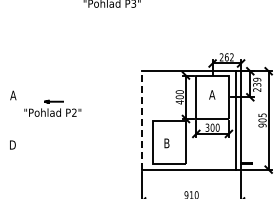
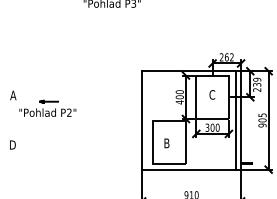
text at (212, 94): A -> C
part at (52, 107) position: (52, 107) -> (47, 107)
line at (142, 119): dashed -> solid
